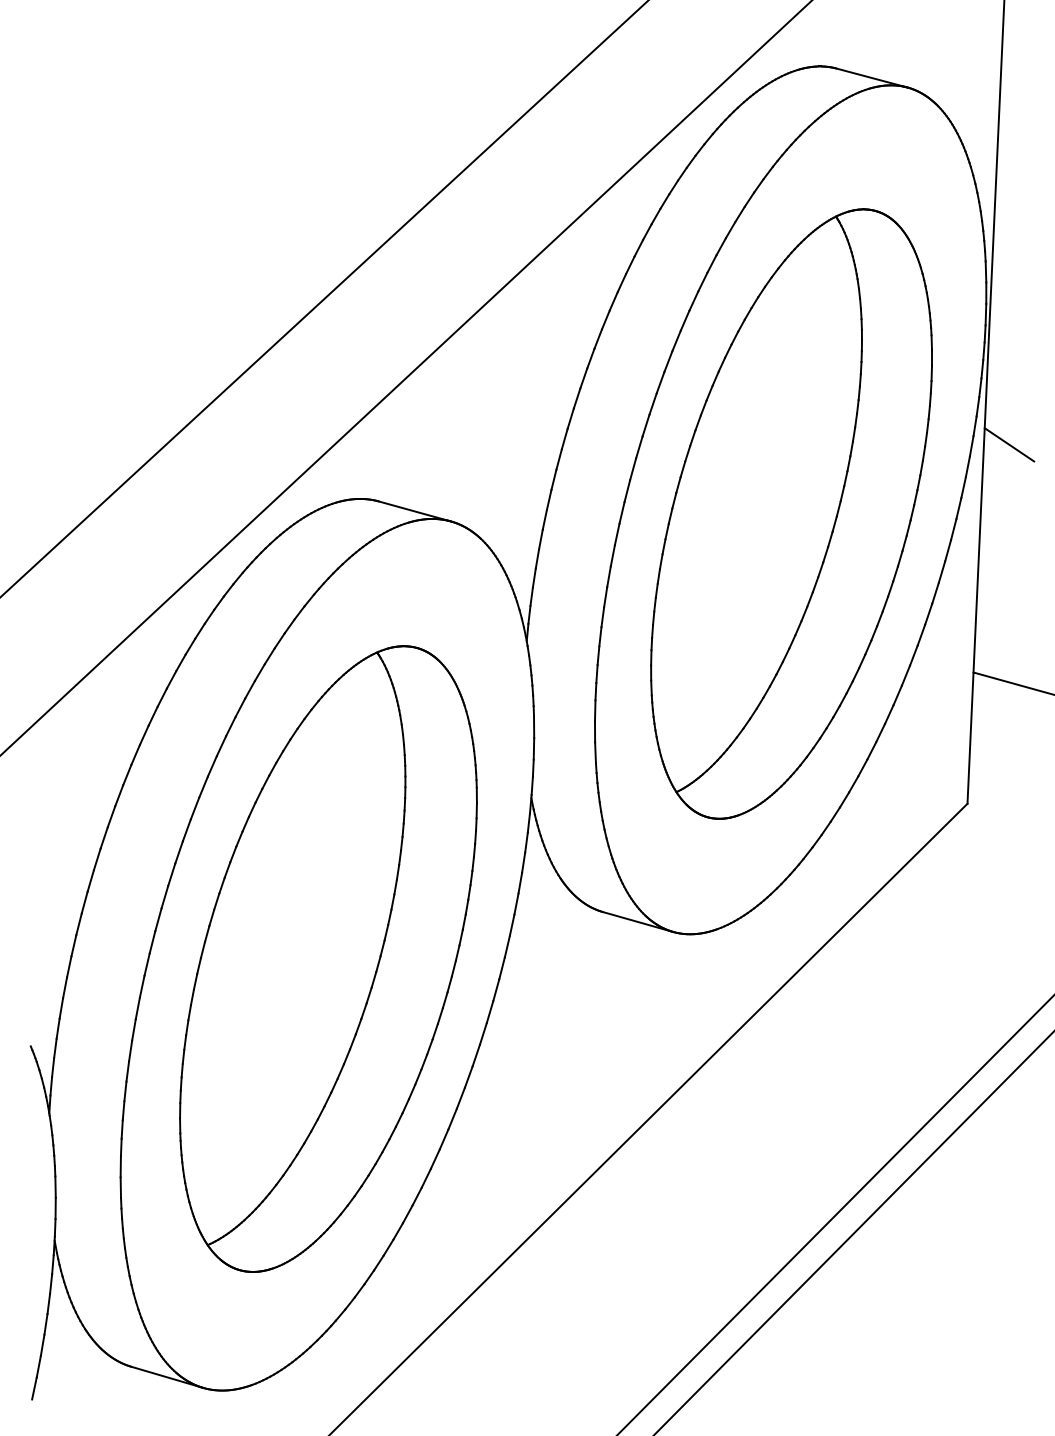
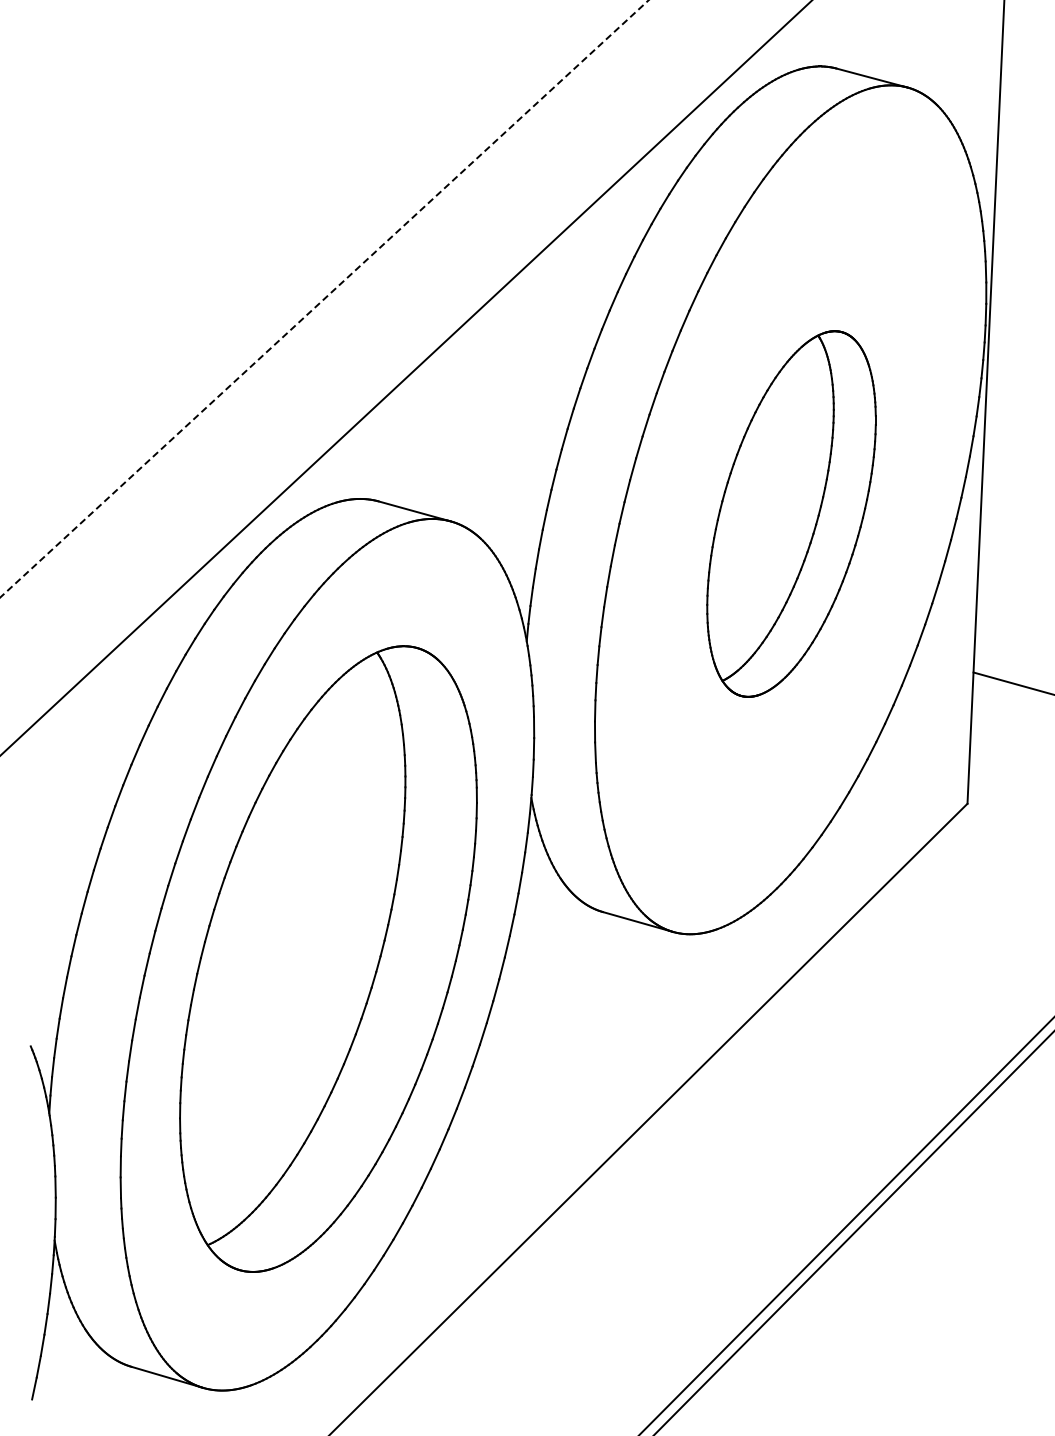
line at (324, 298): solid -> dashed
line at (1009, 444): present -> none
part at (791, 513) size: 283x612 px -> 171x368 px
line at (835, 1215) position: (835, 1215) -> (846, 1225)
